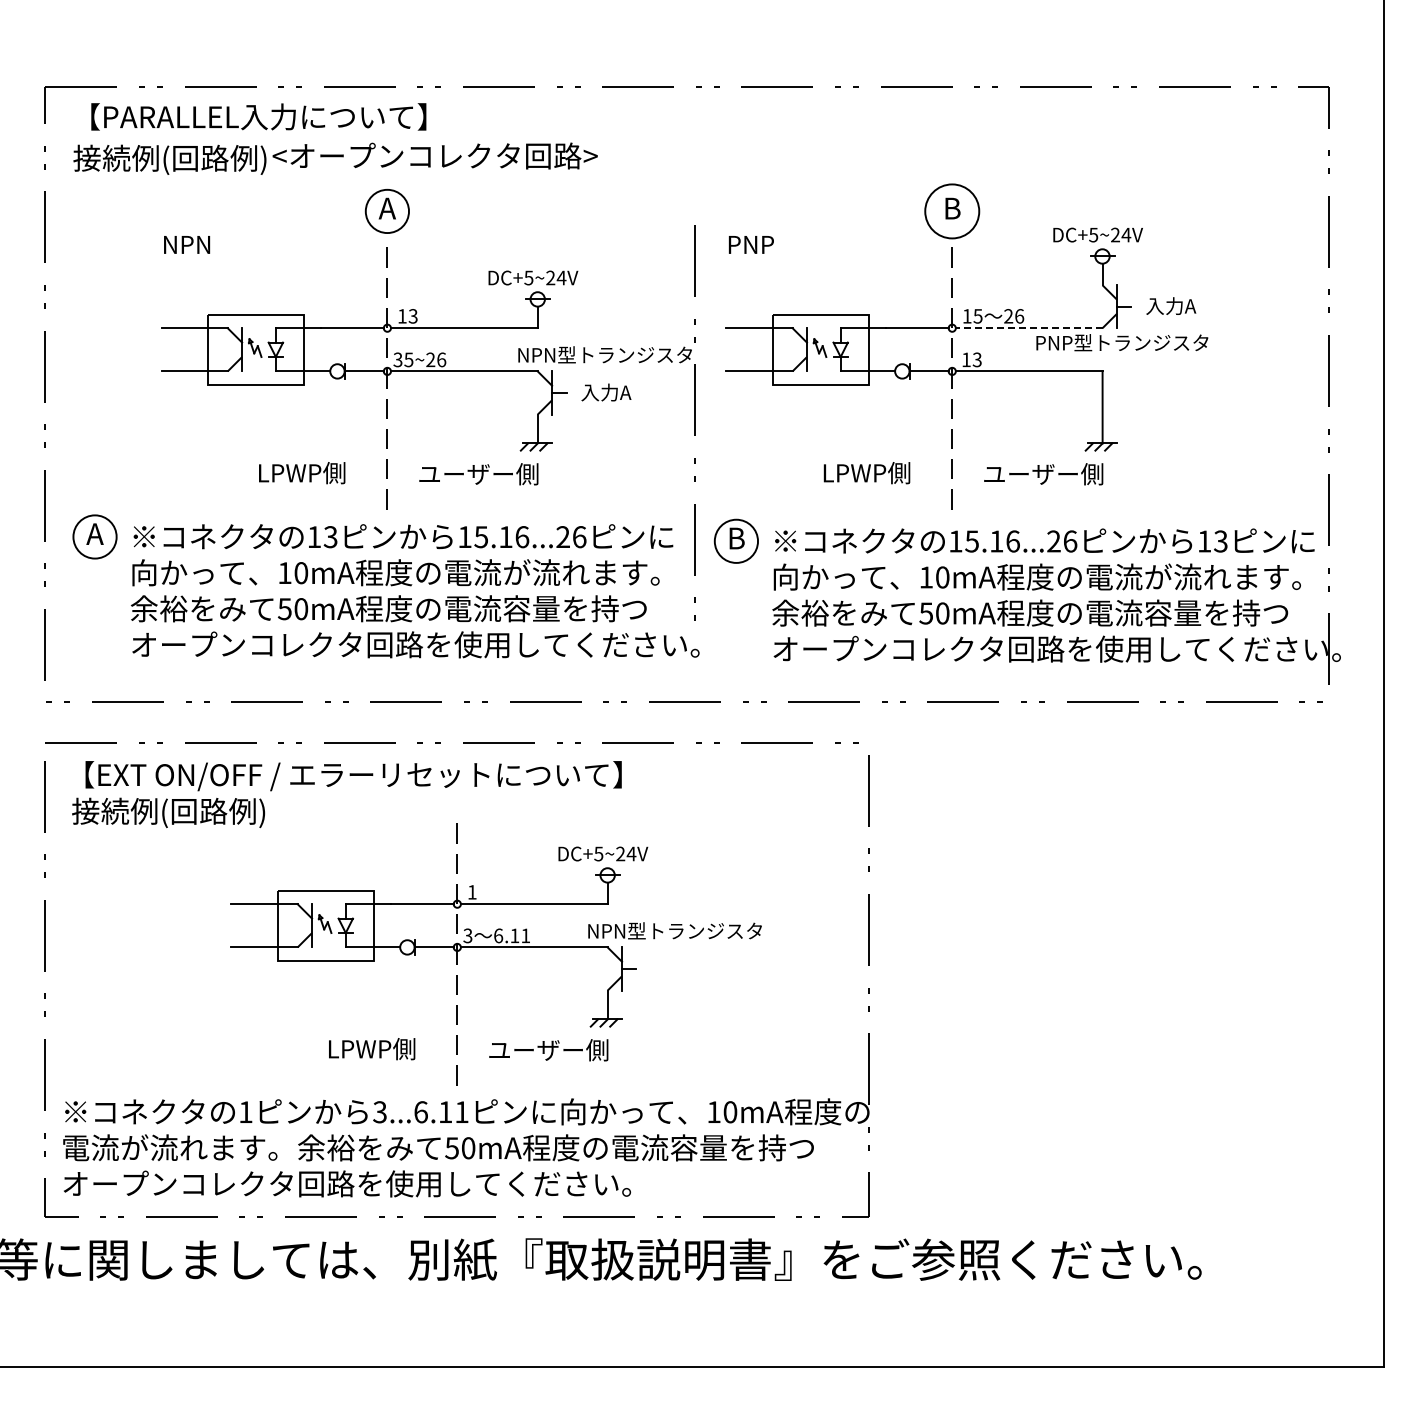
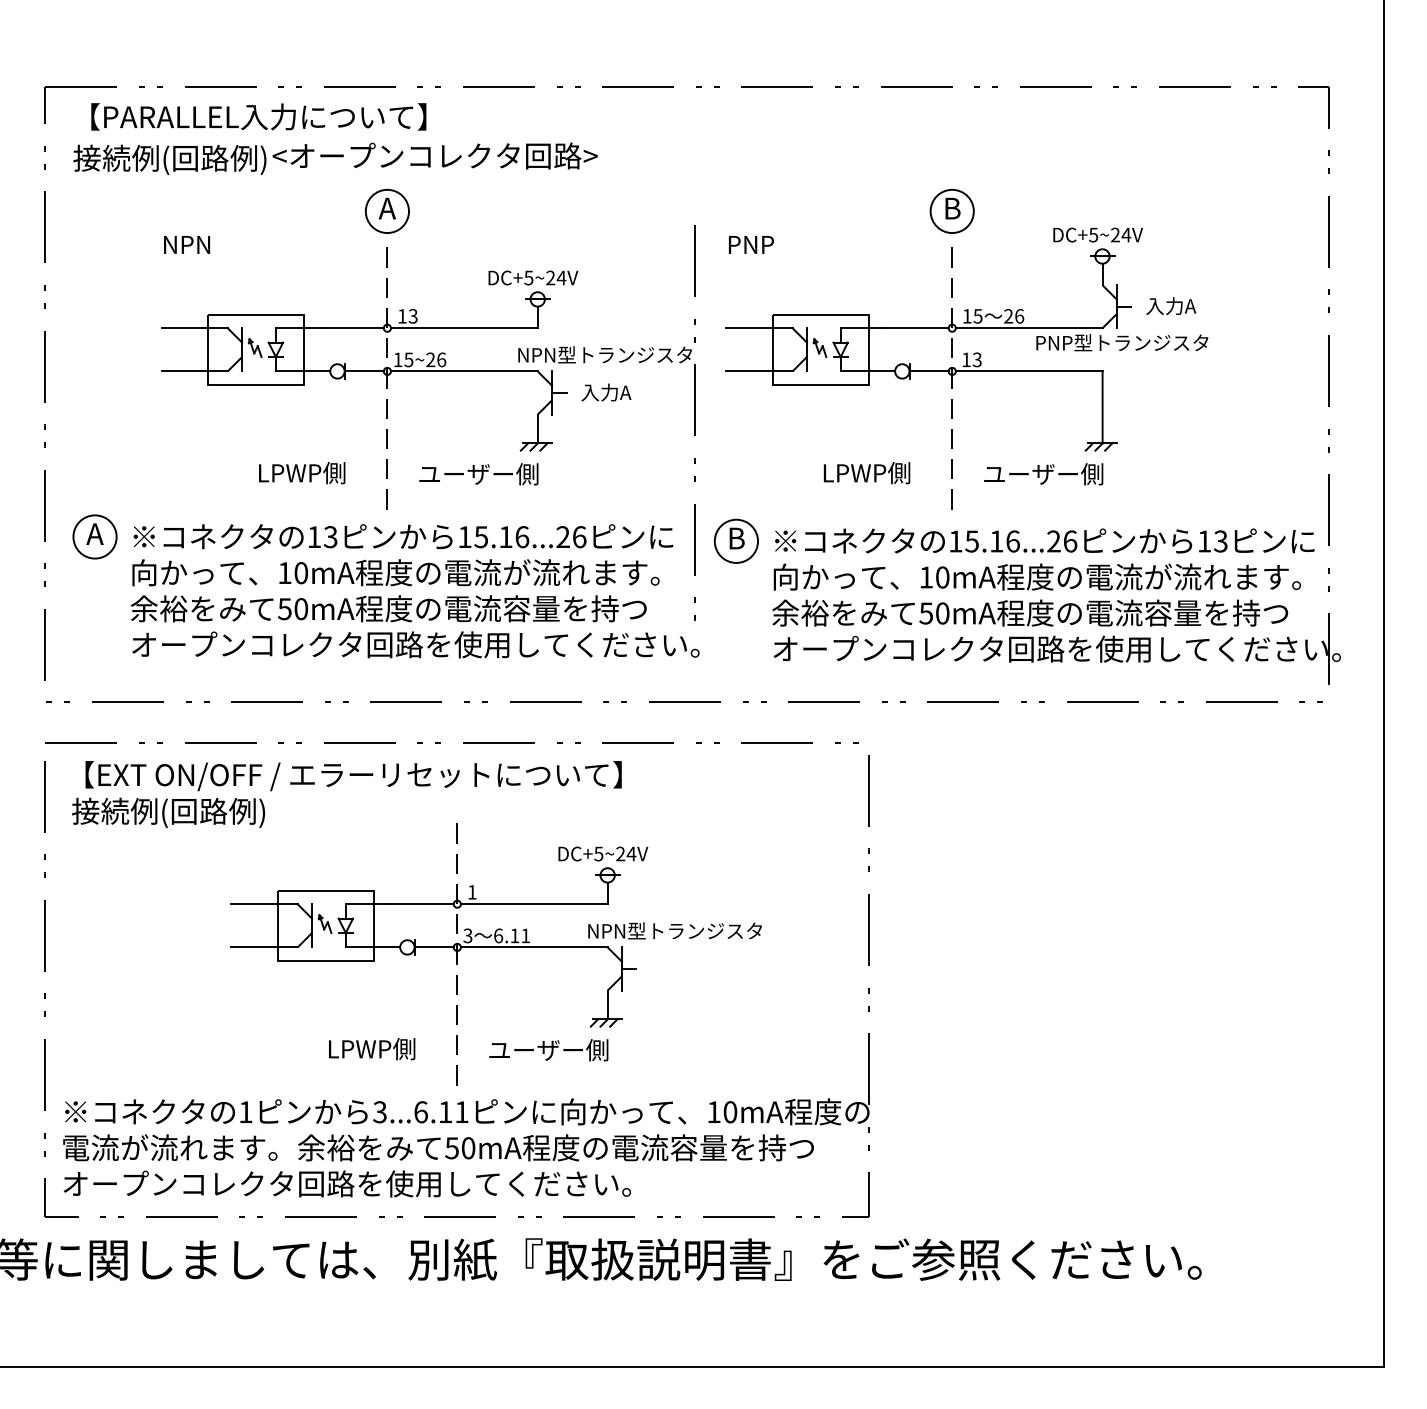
circle at (952, 211) diameter: 54 px -> 43 px
line at (1028, 328): dashed -> solid
text at (397, 359): 35~26 -> 15~26
